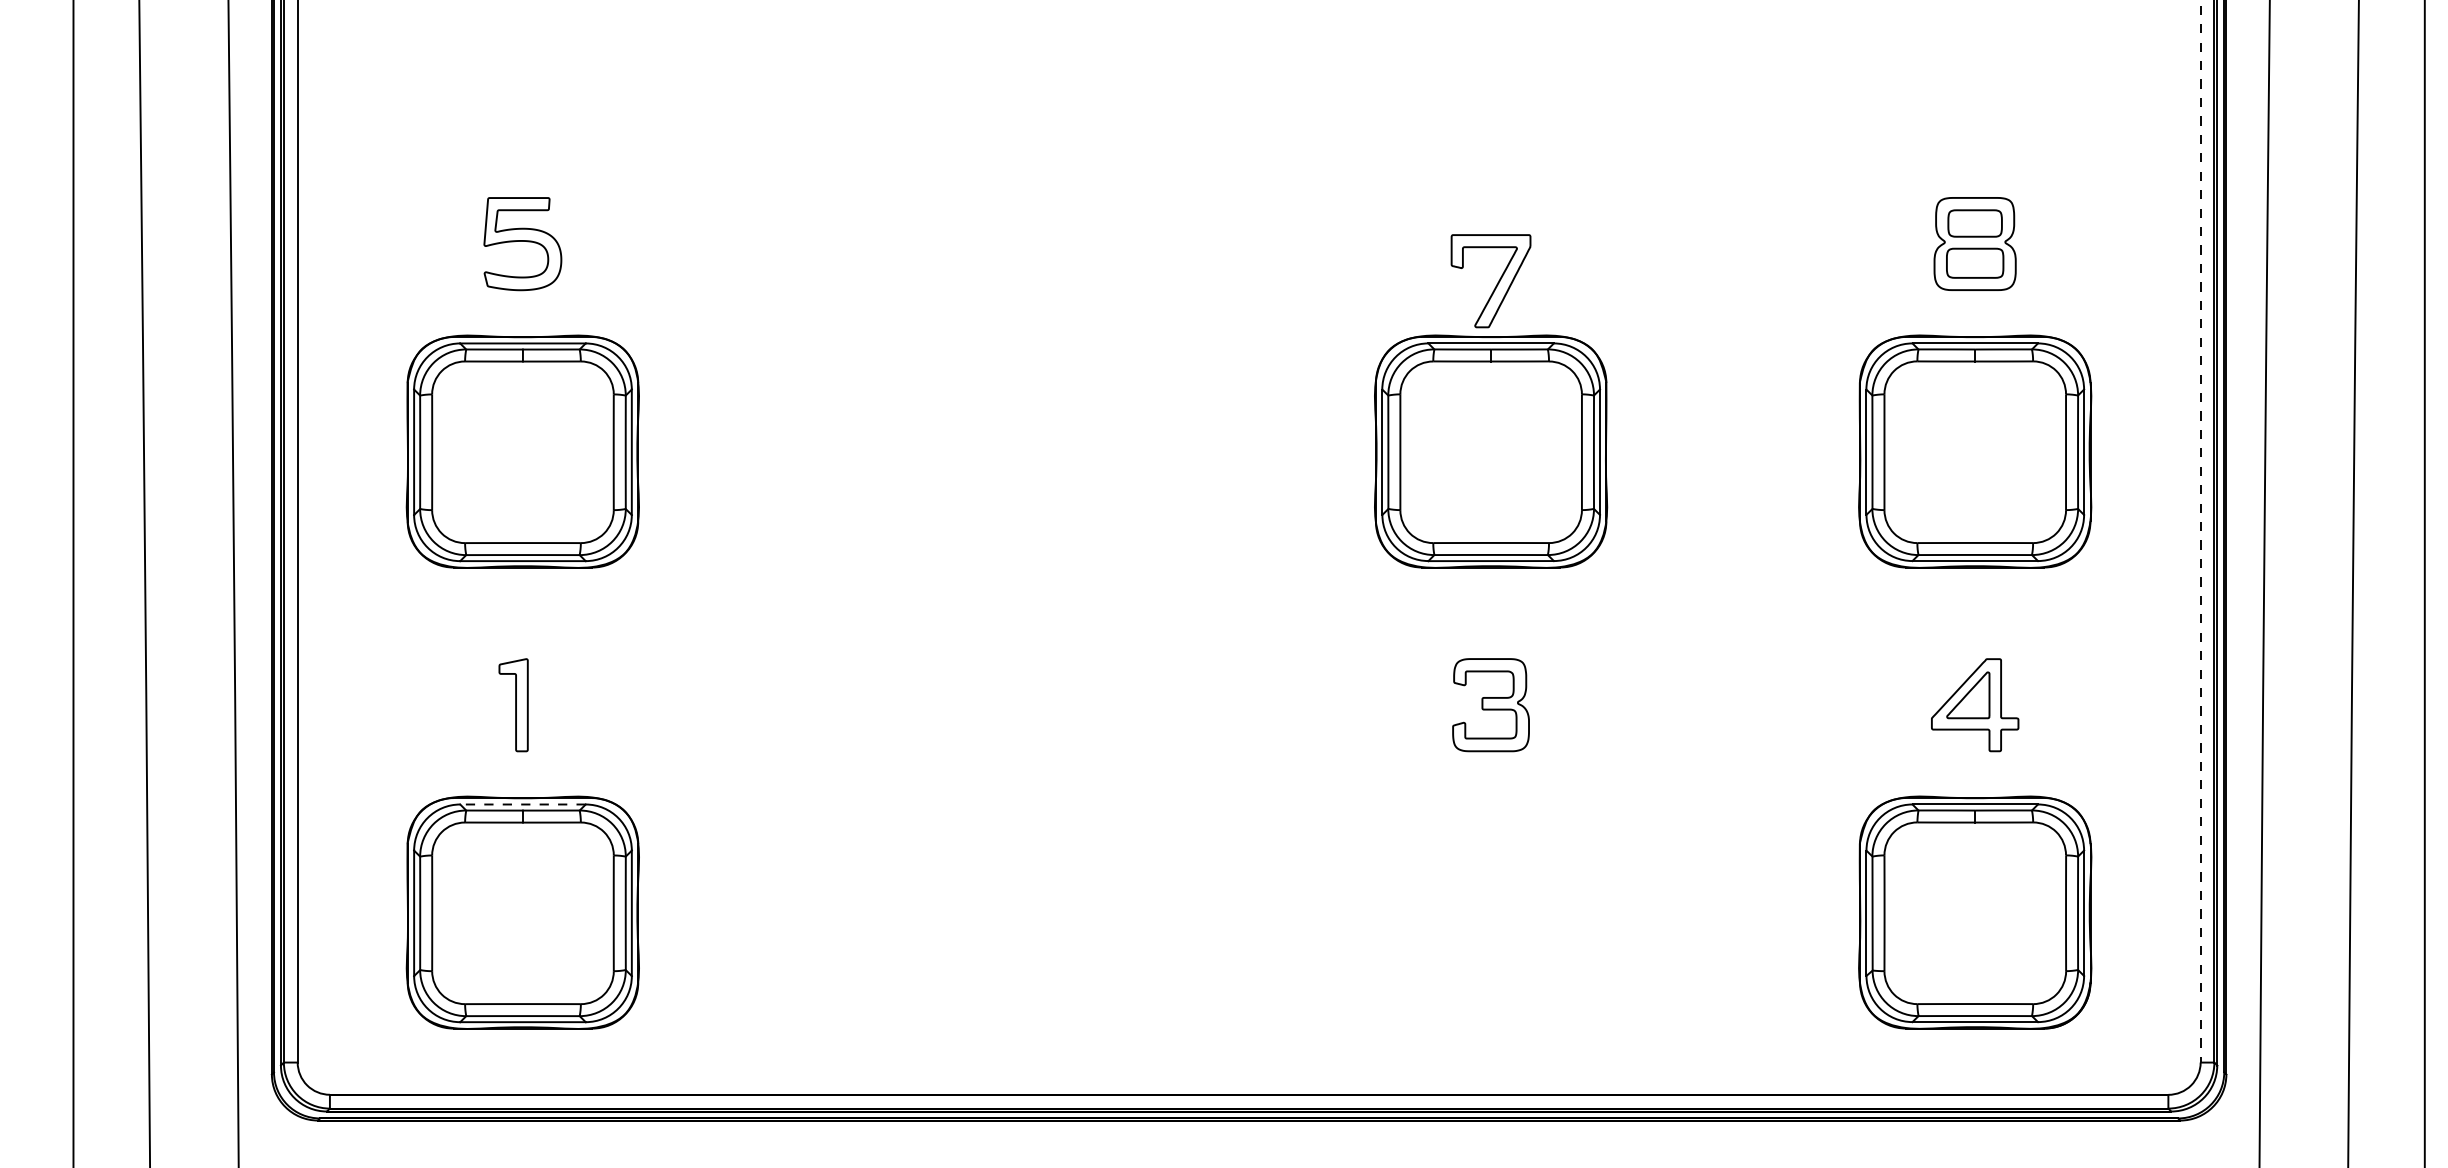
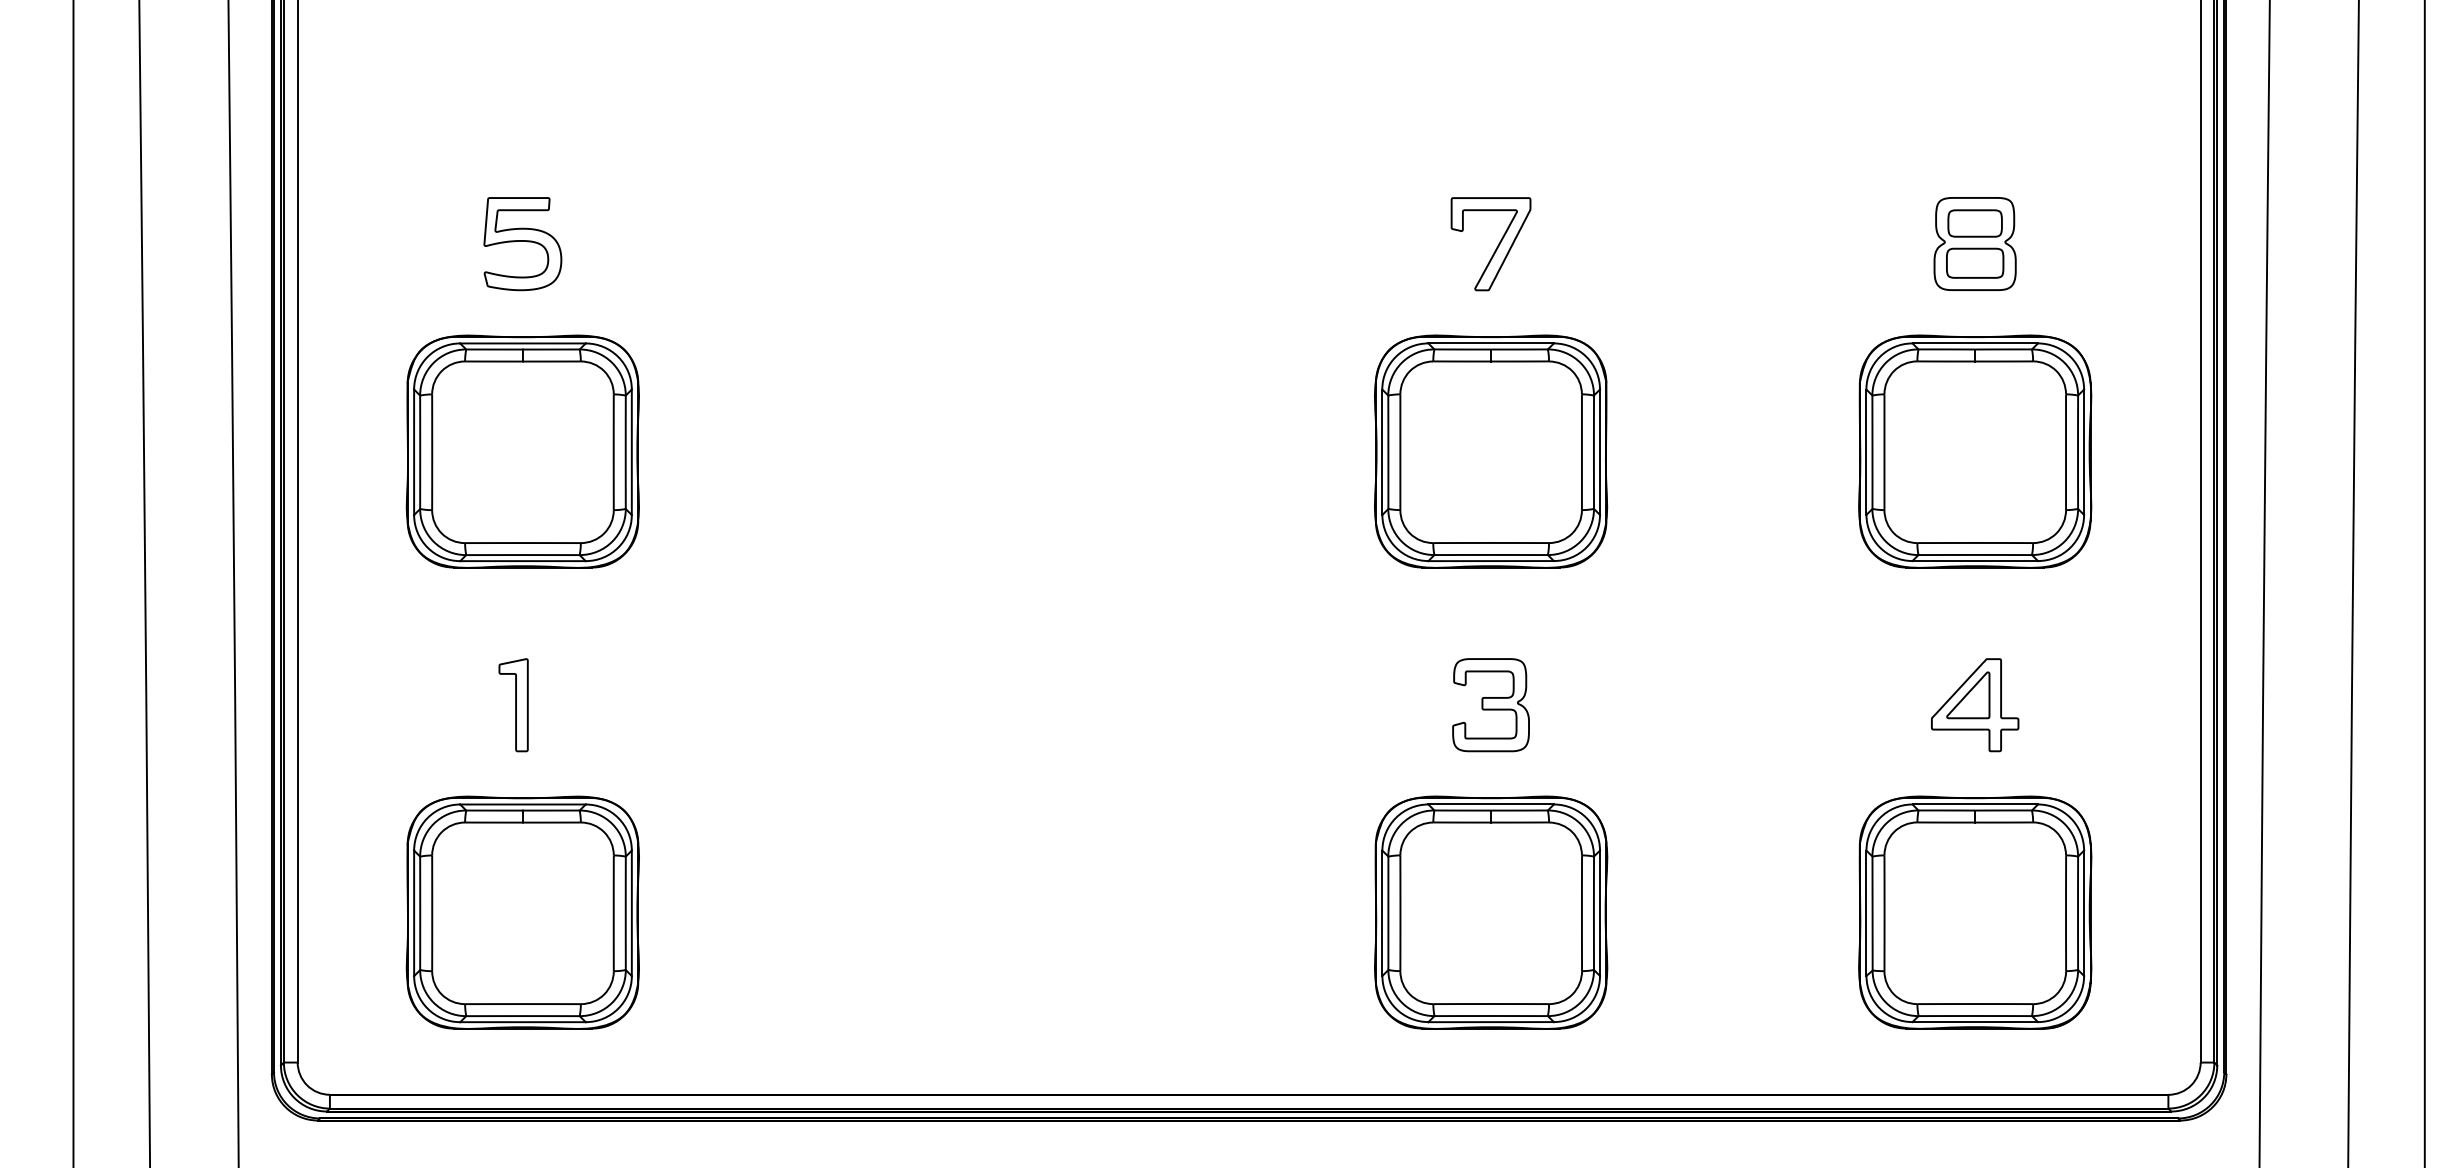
part at (1496, 284) position: (1496, 284) -> (1496, 247)
line at (2200, 531): dashed -> solid
line at (522, 804): dashed -> solid
part at (1491, 912): none -> present
